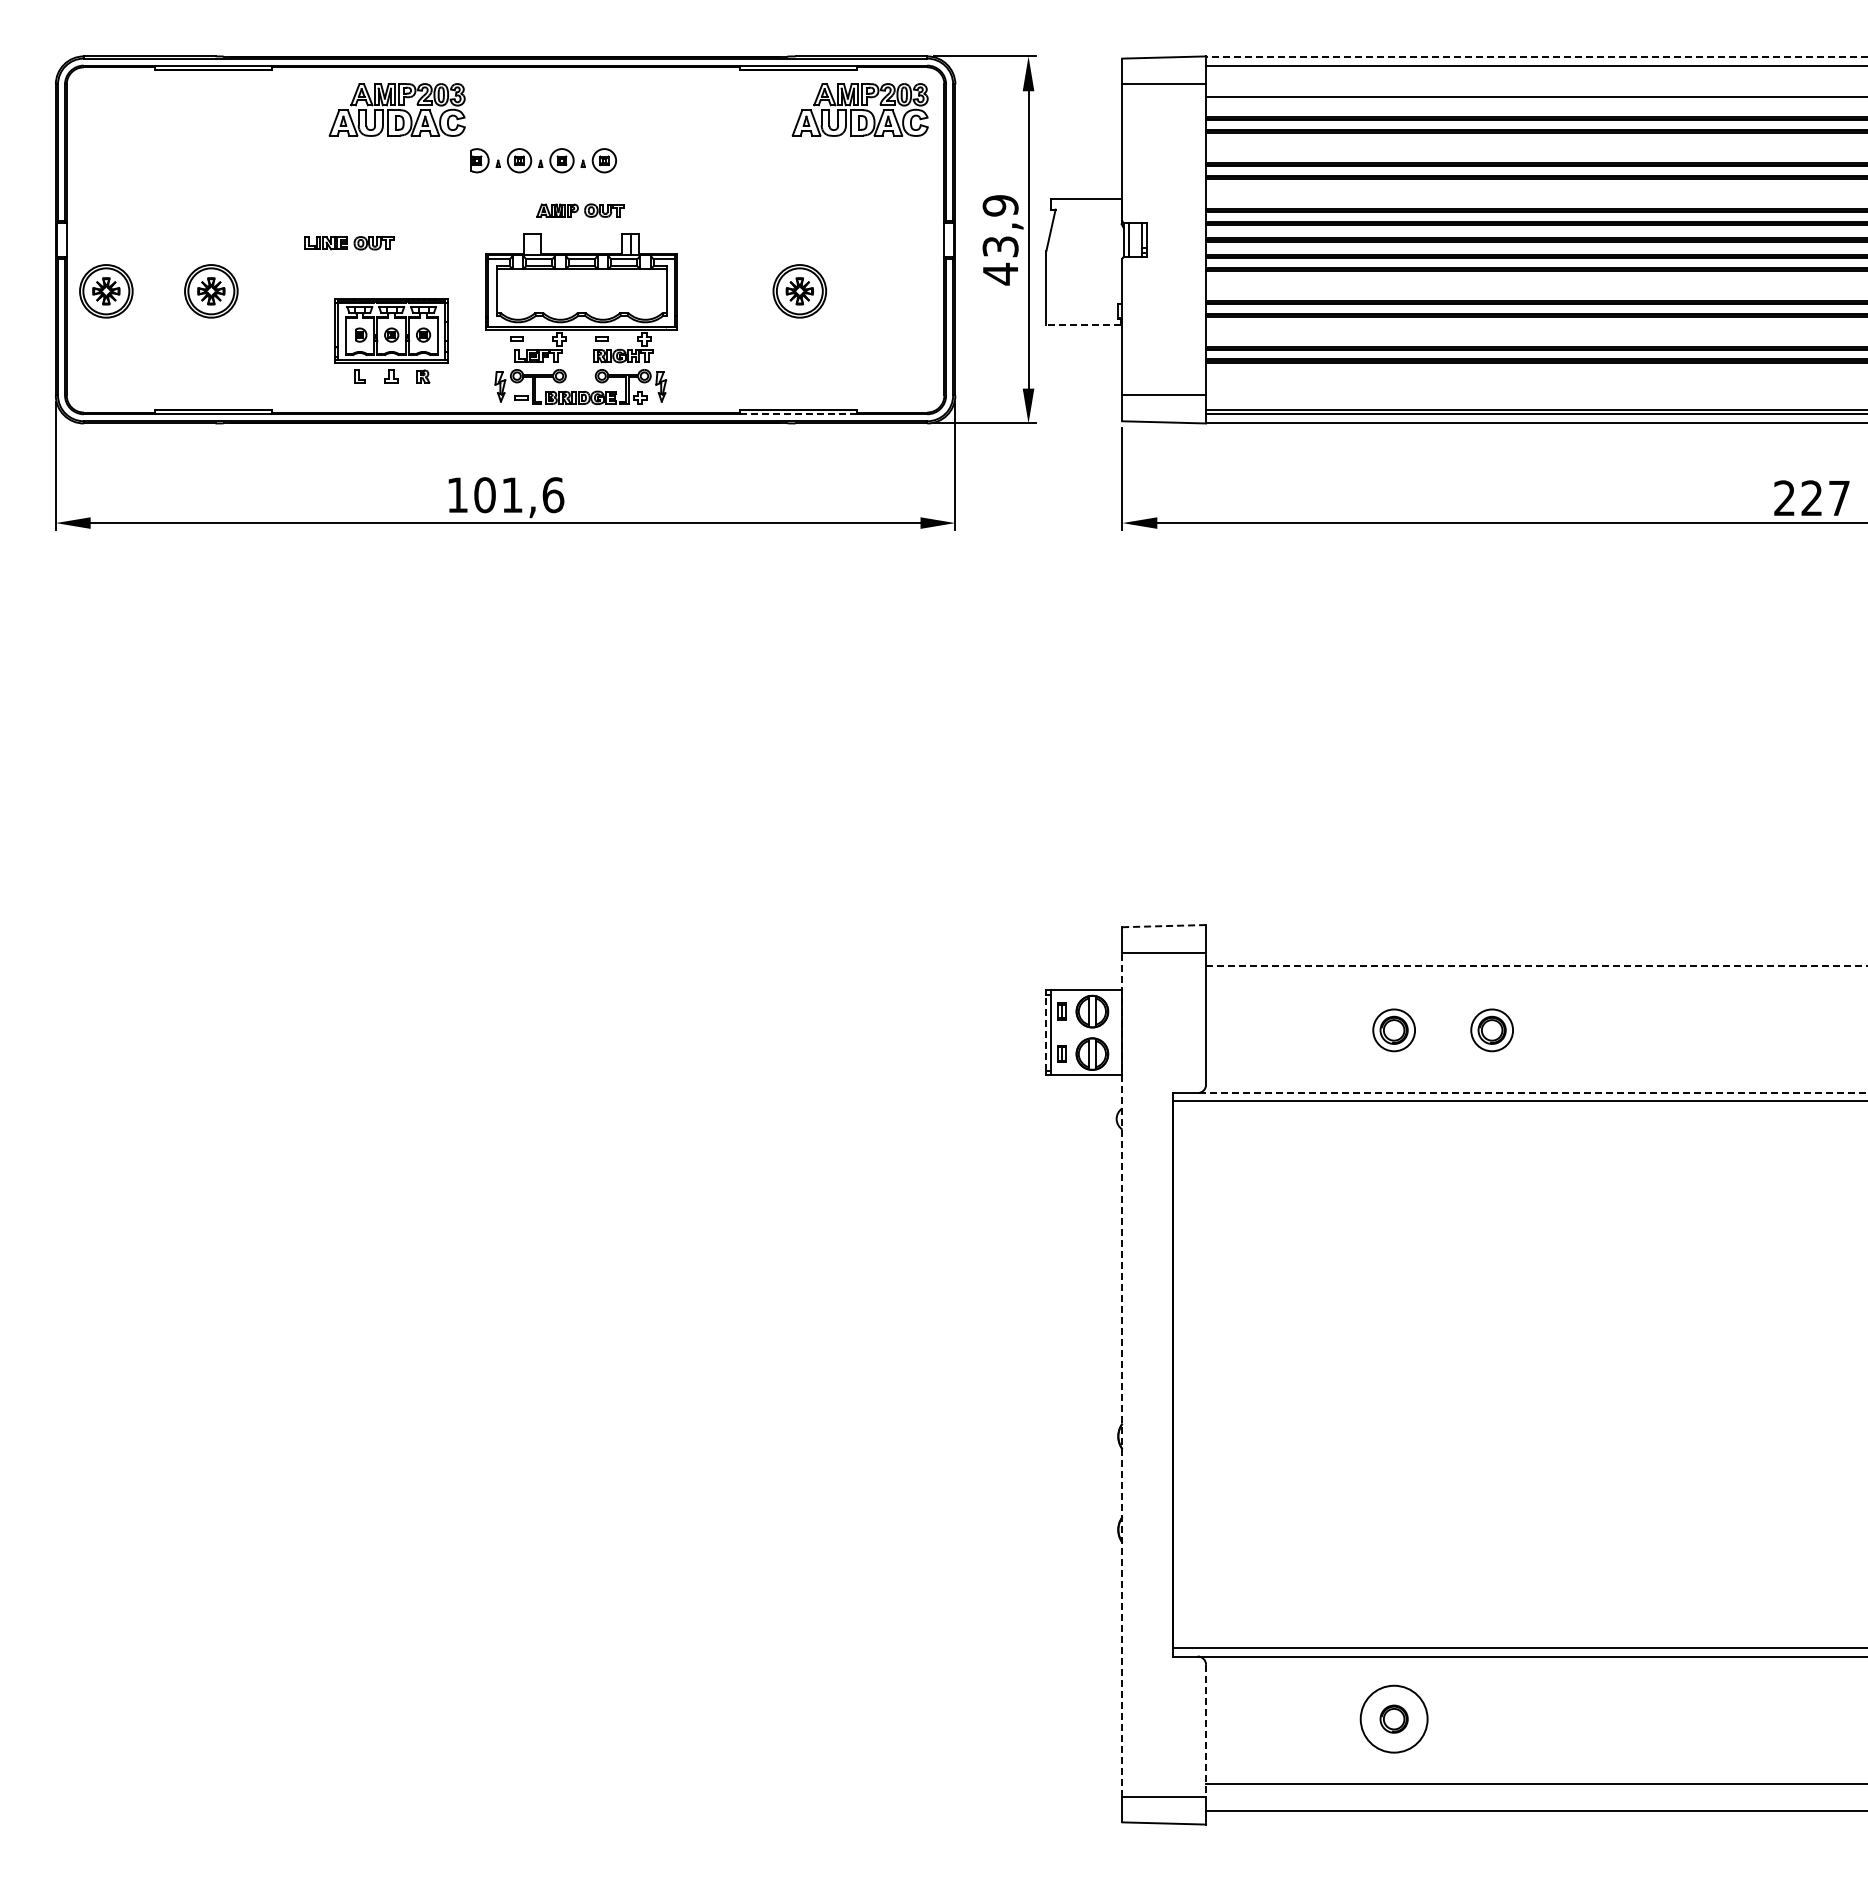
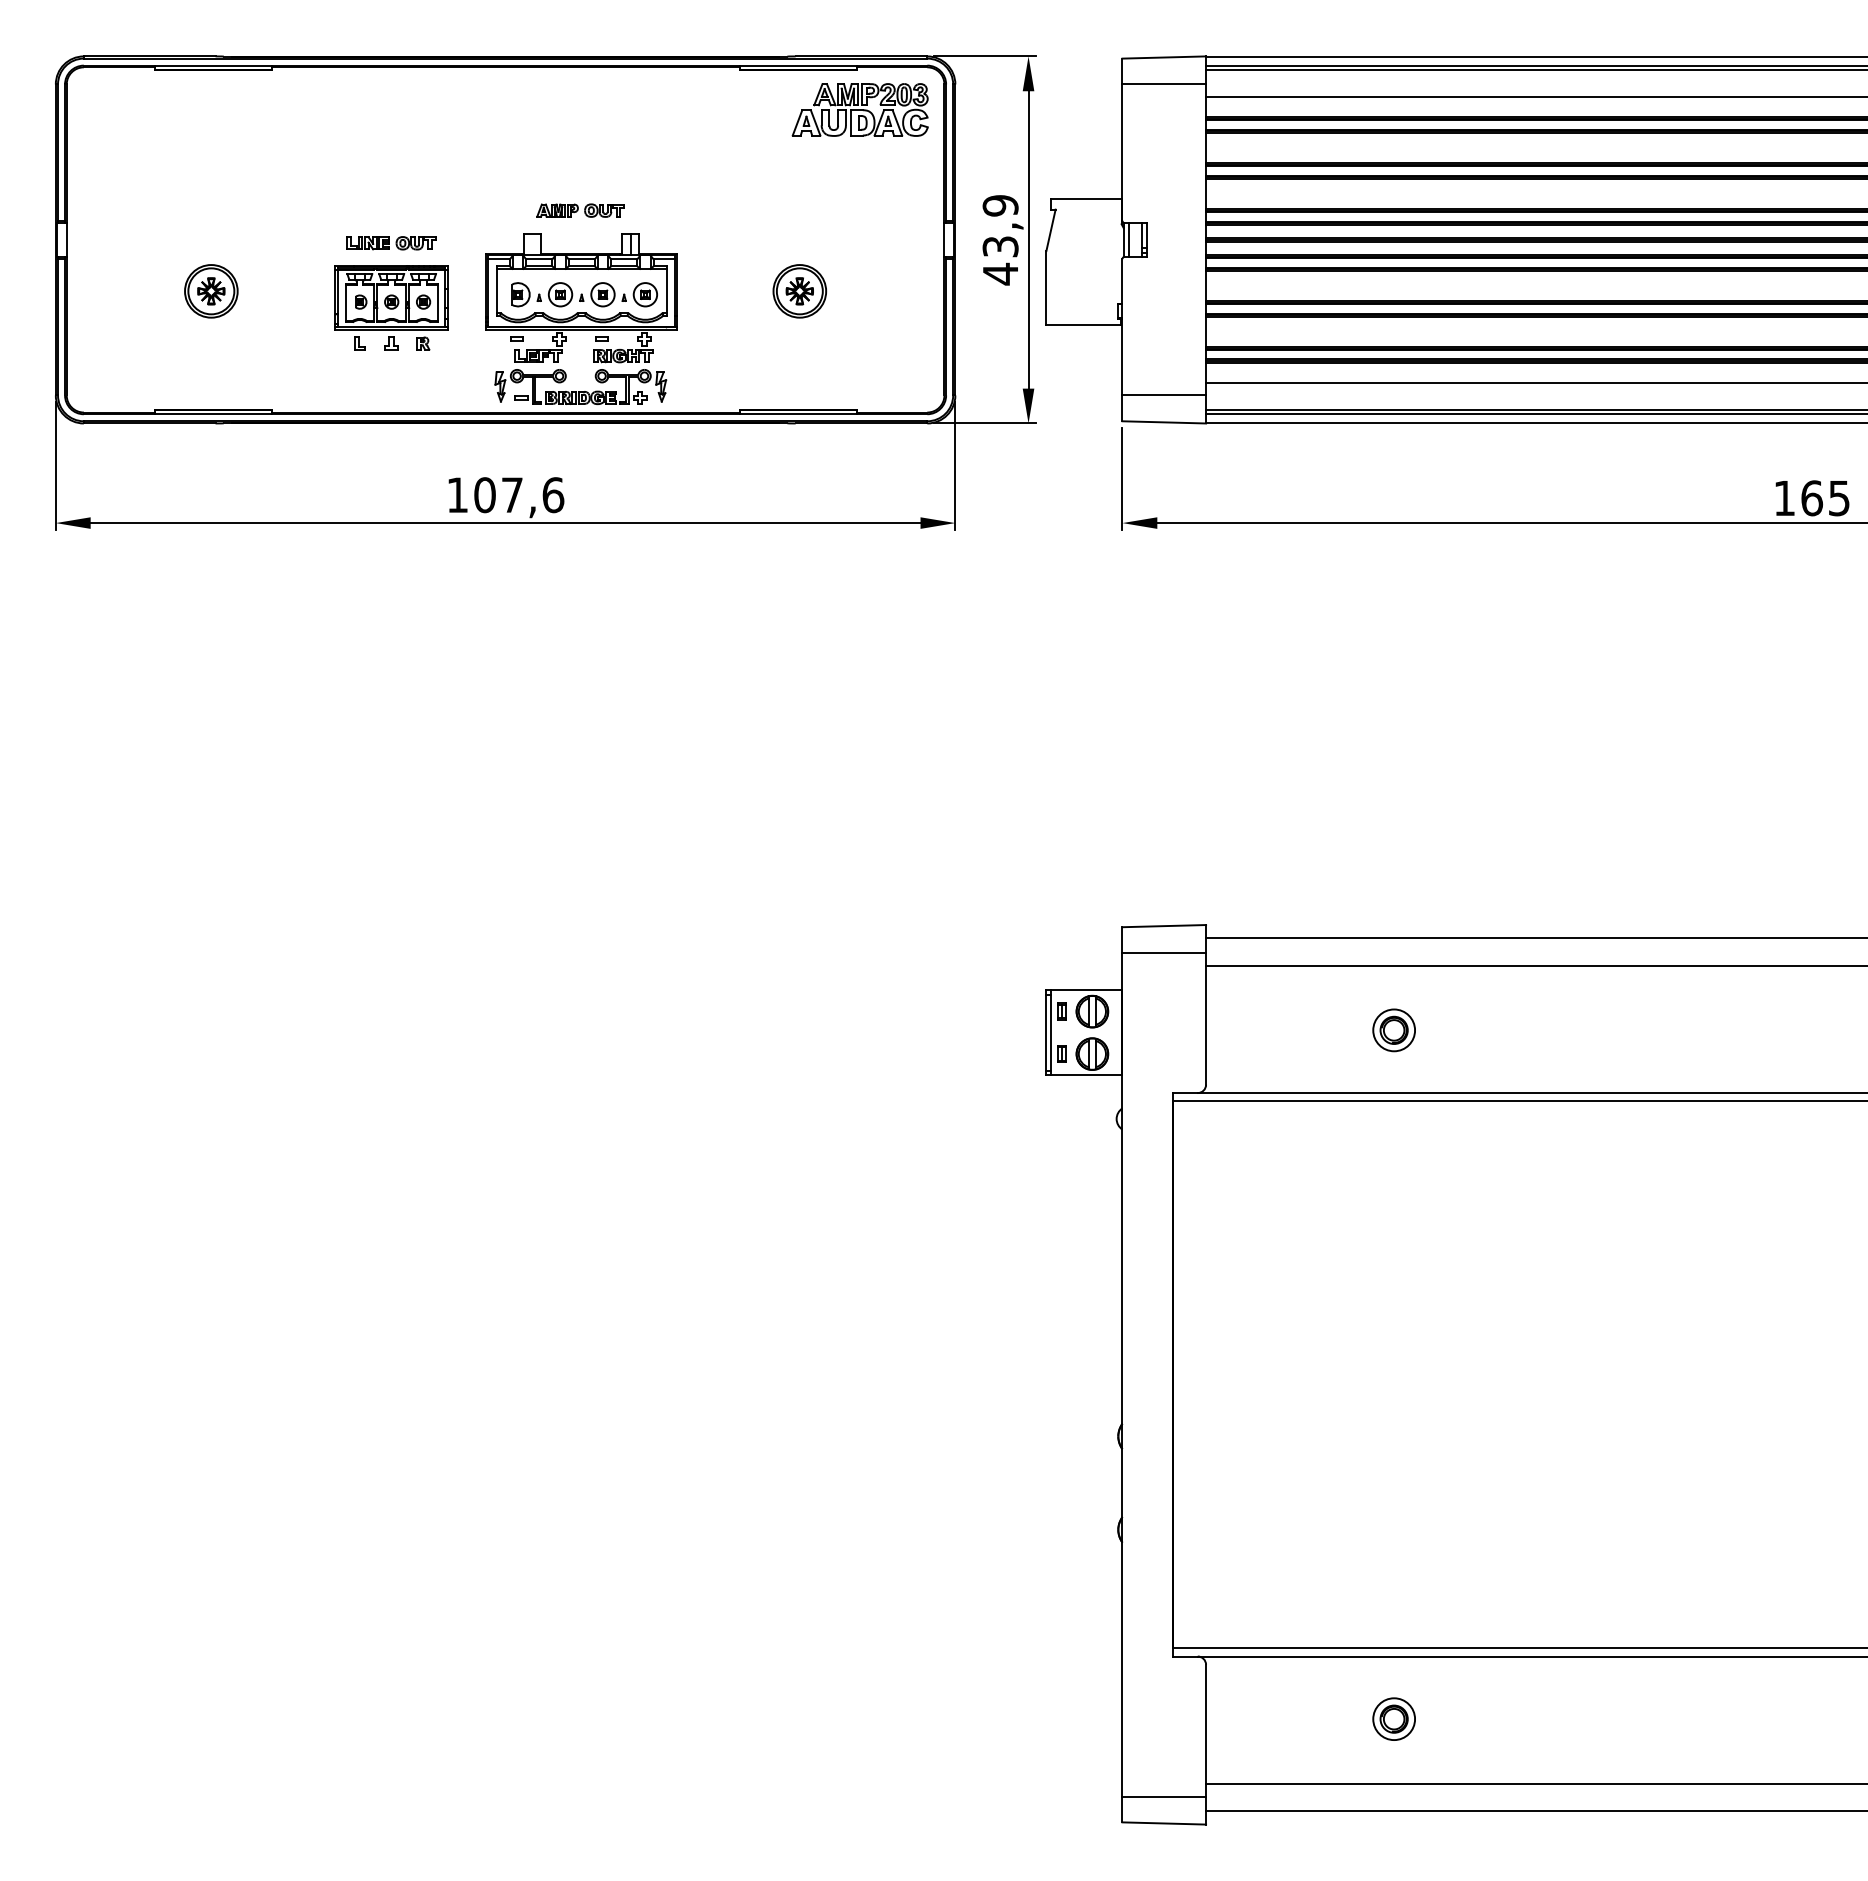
line at (1536, 57): dashed -> solid
line at (1535, 69): none -> present
part at (396, 109): present -> none
part at (543, 160) position: (543, 160) -> (584, 294)
part at (349, 243) position: (349, 243) -> (391, 243)
part at (106, 291): present -> none
line at (1083, 325): dashed -> solid
part at (391, 340) position: (391, 340) -> (391, 307)
line at (1535, 382): none -> present
line at (798, 414): dashed -> solid
text at (512, 494): 101,6 -> 107,6
text at (1811, 498): 227 -> 165
line at (1164, 926): dashed -> solid
line at (1535, 938): none -> present
line at (1536, 965): dashed -> solid
part at (1491, 1030): present -> none
line at (1046, 1032): dashed -> solid
line at (1532, 1093): dashed -> solid
line at (1122, 1374): dashed -> solid
circle at (1393, 1718) diameter: 67 px -> 42 px
line at (1206, 1730): dashed -> solid
